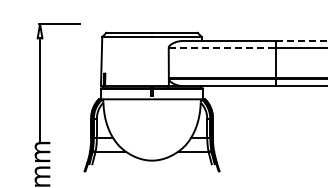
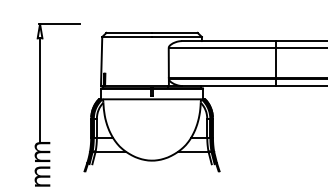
line at (301, 41): dashed -> solid
line at (222, 48): dashed -> solid
